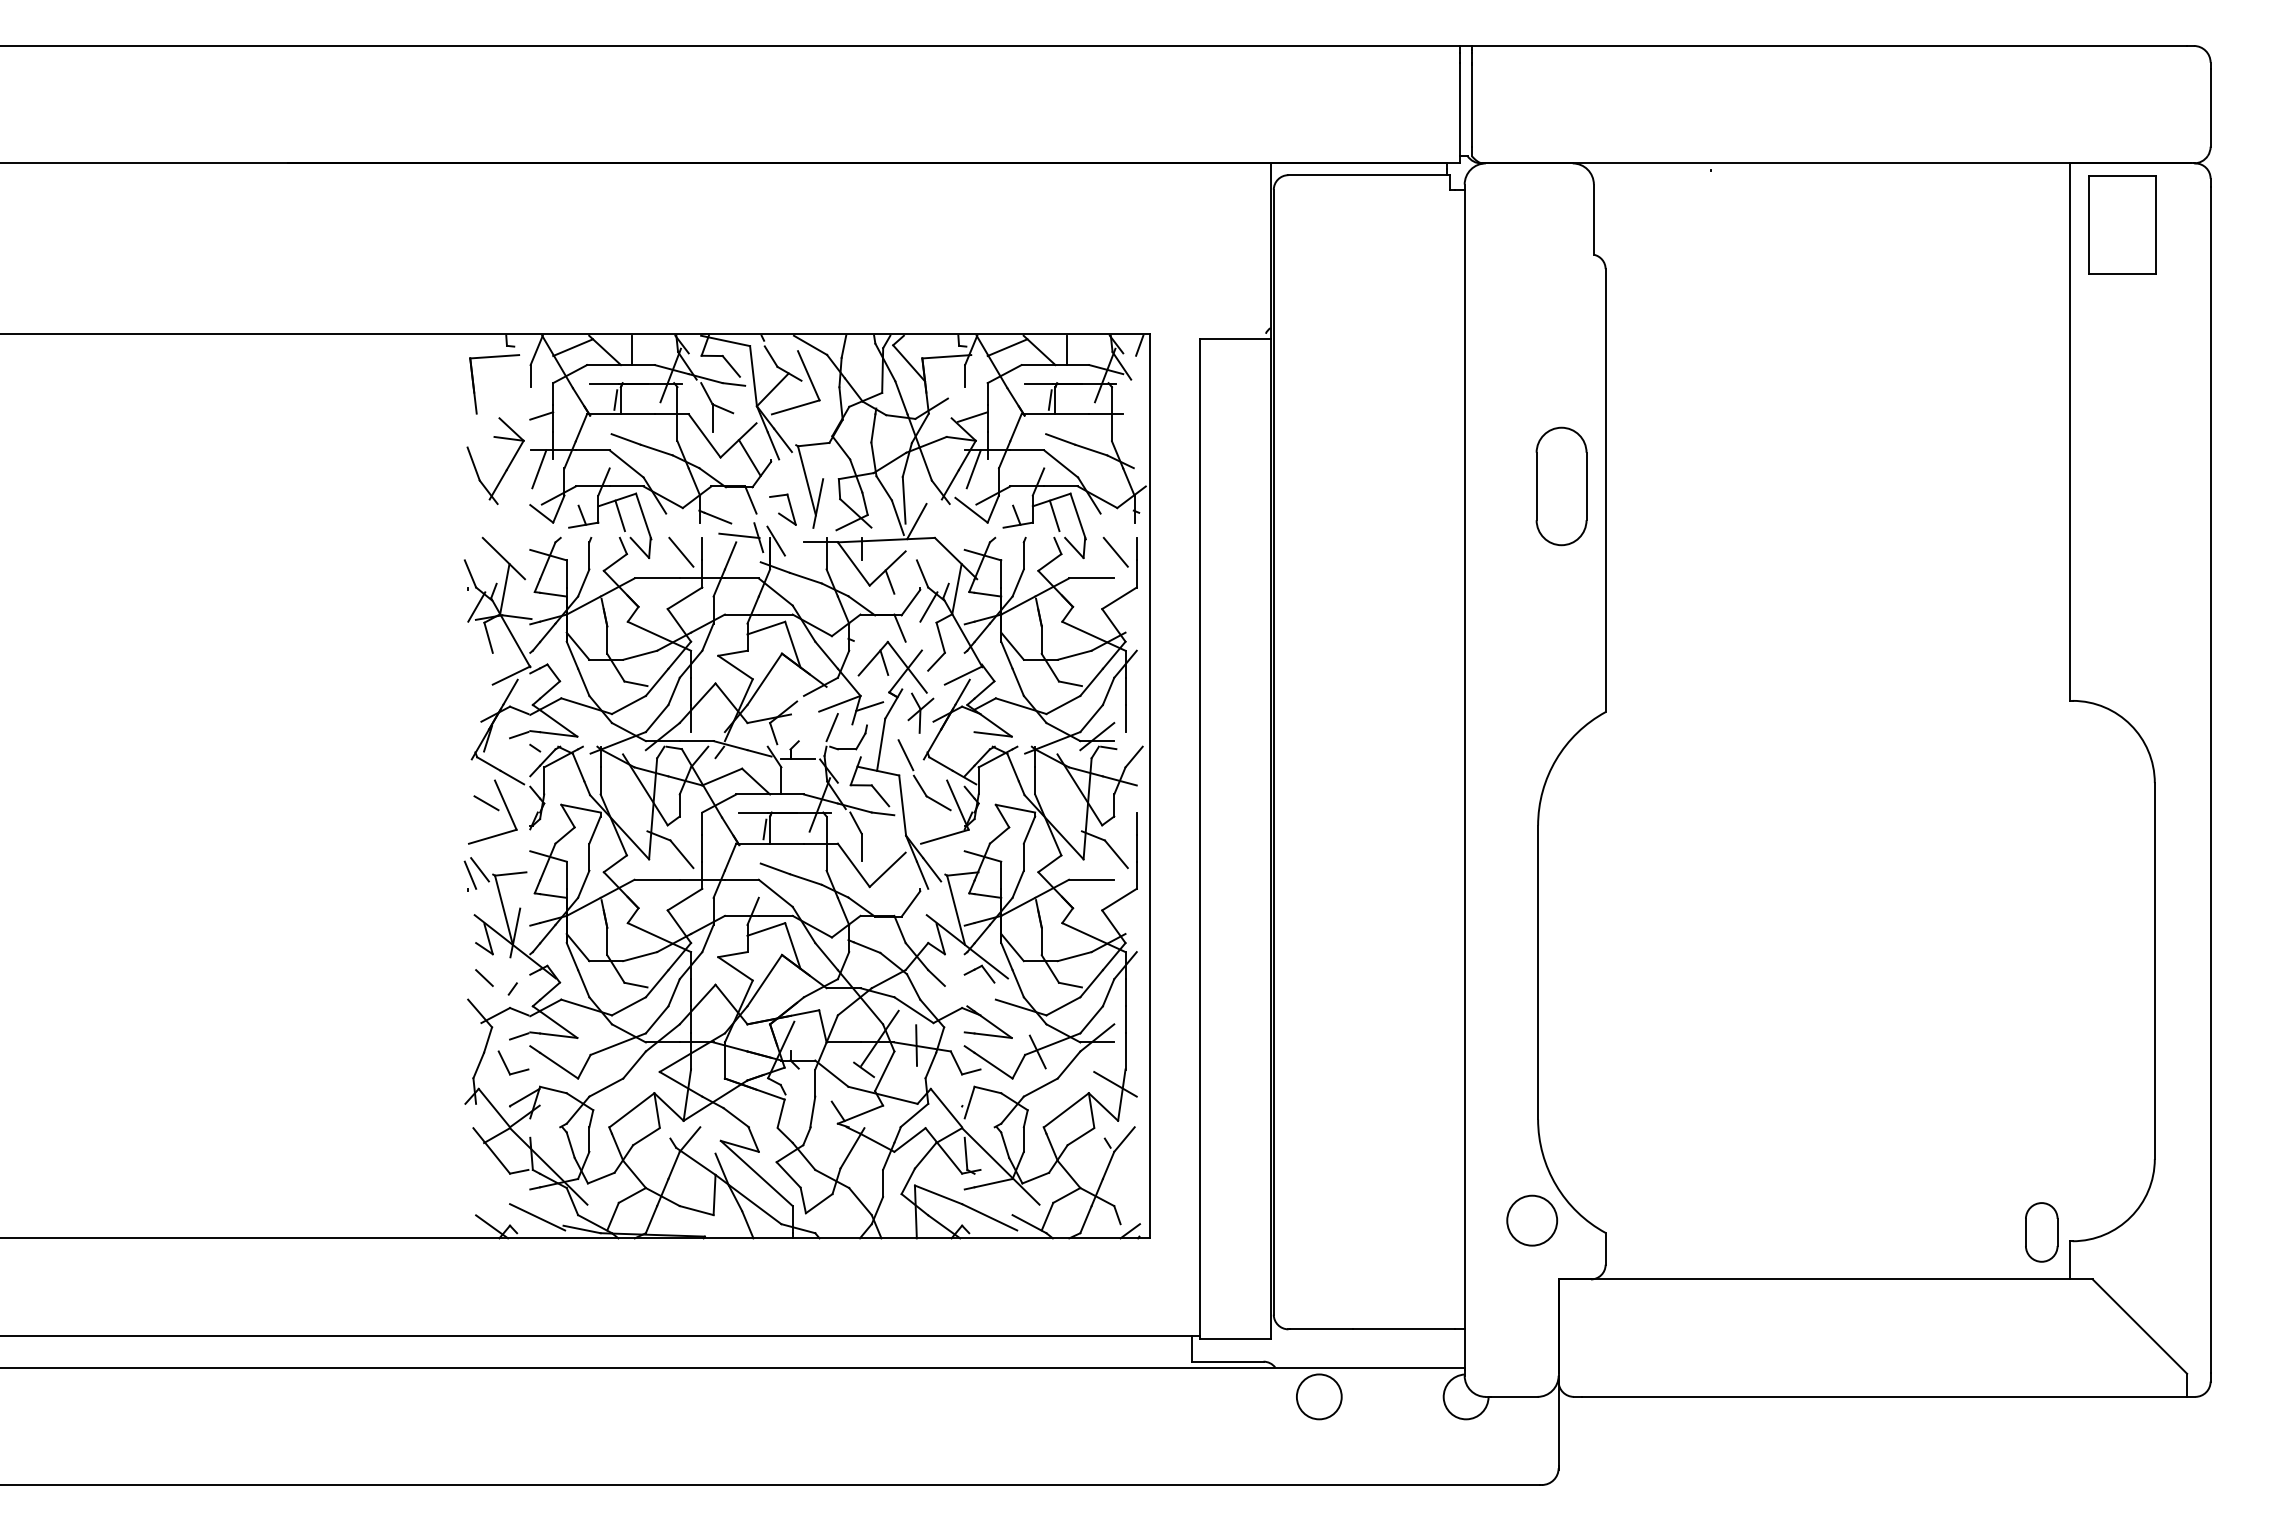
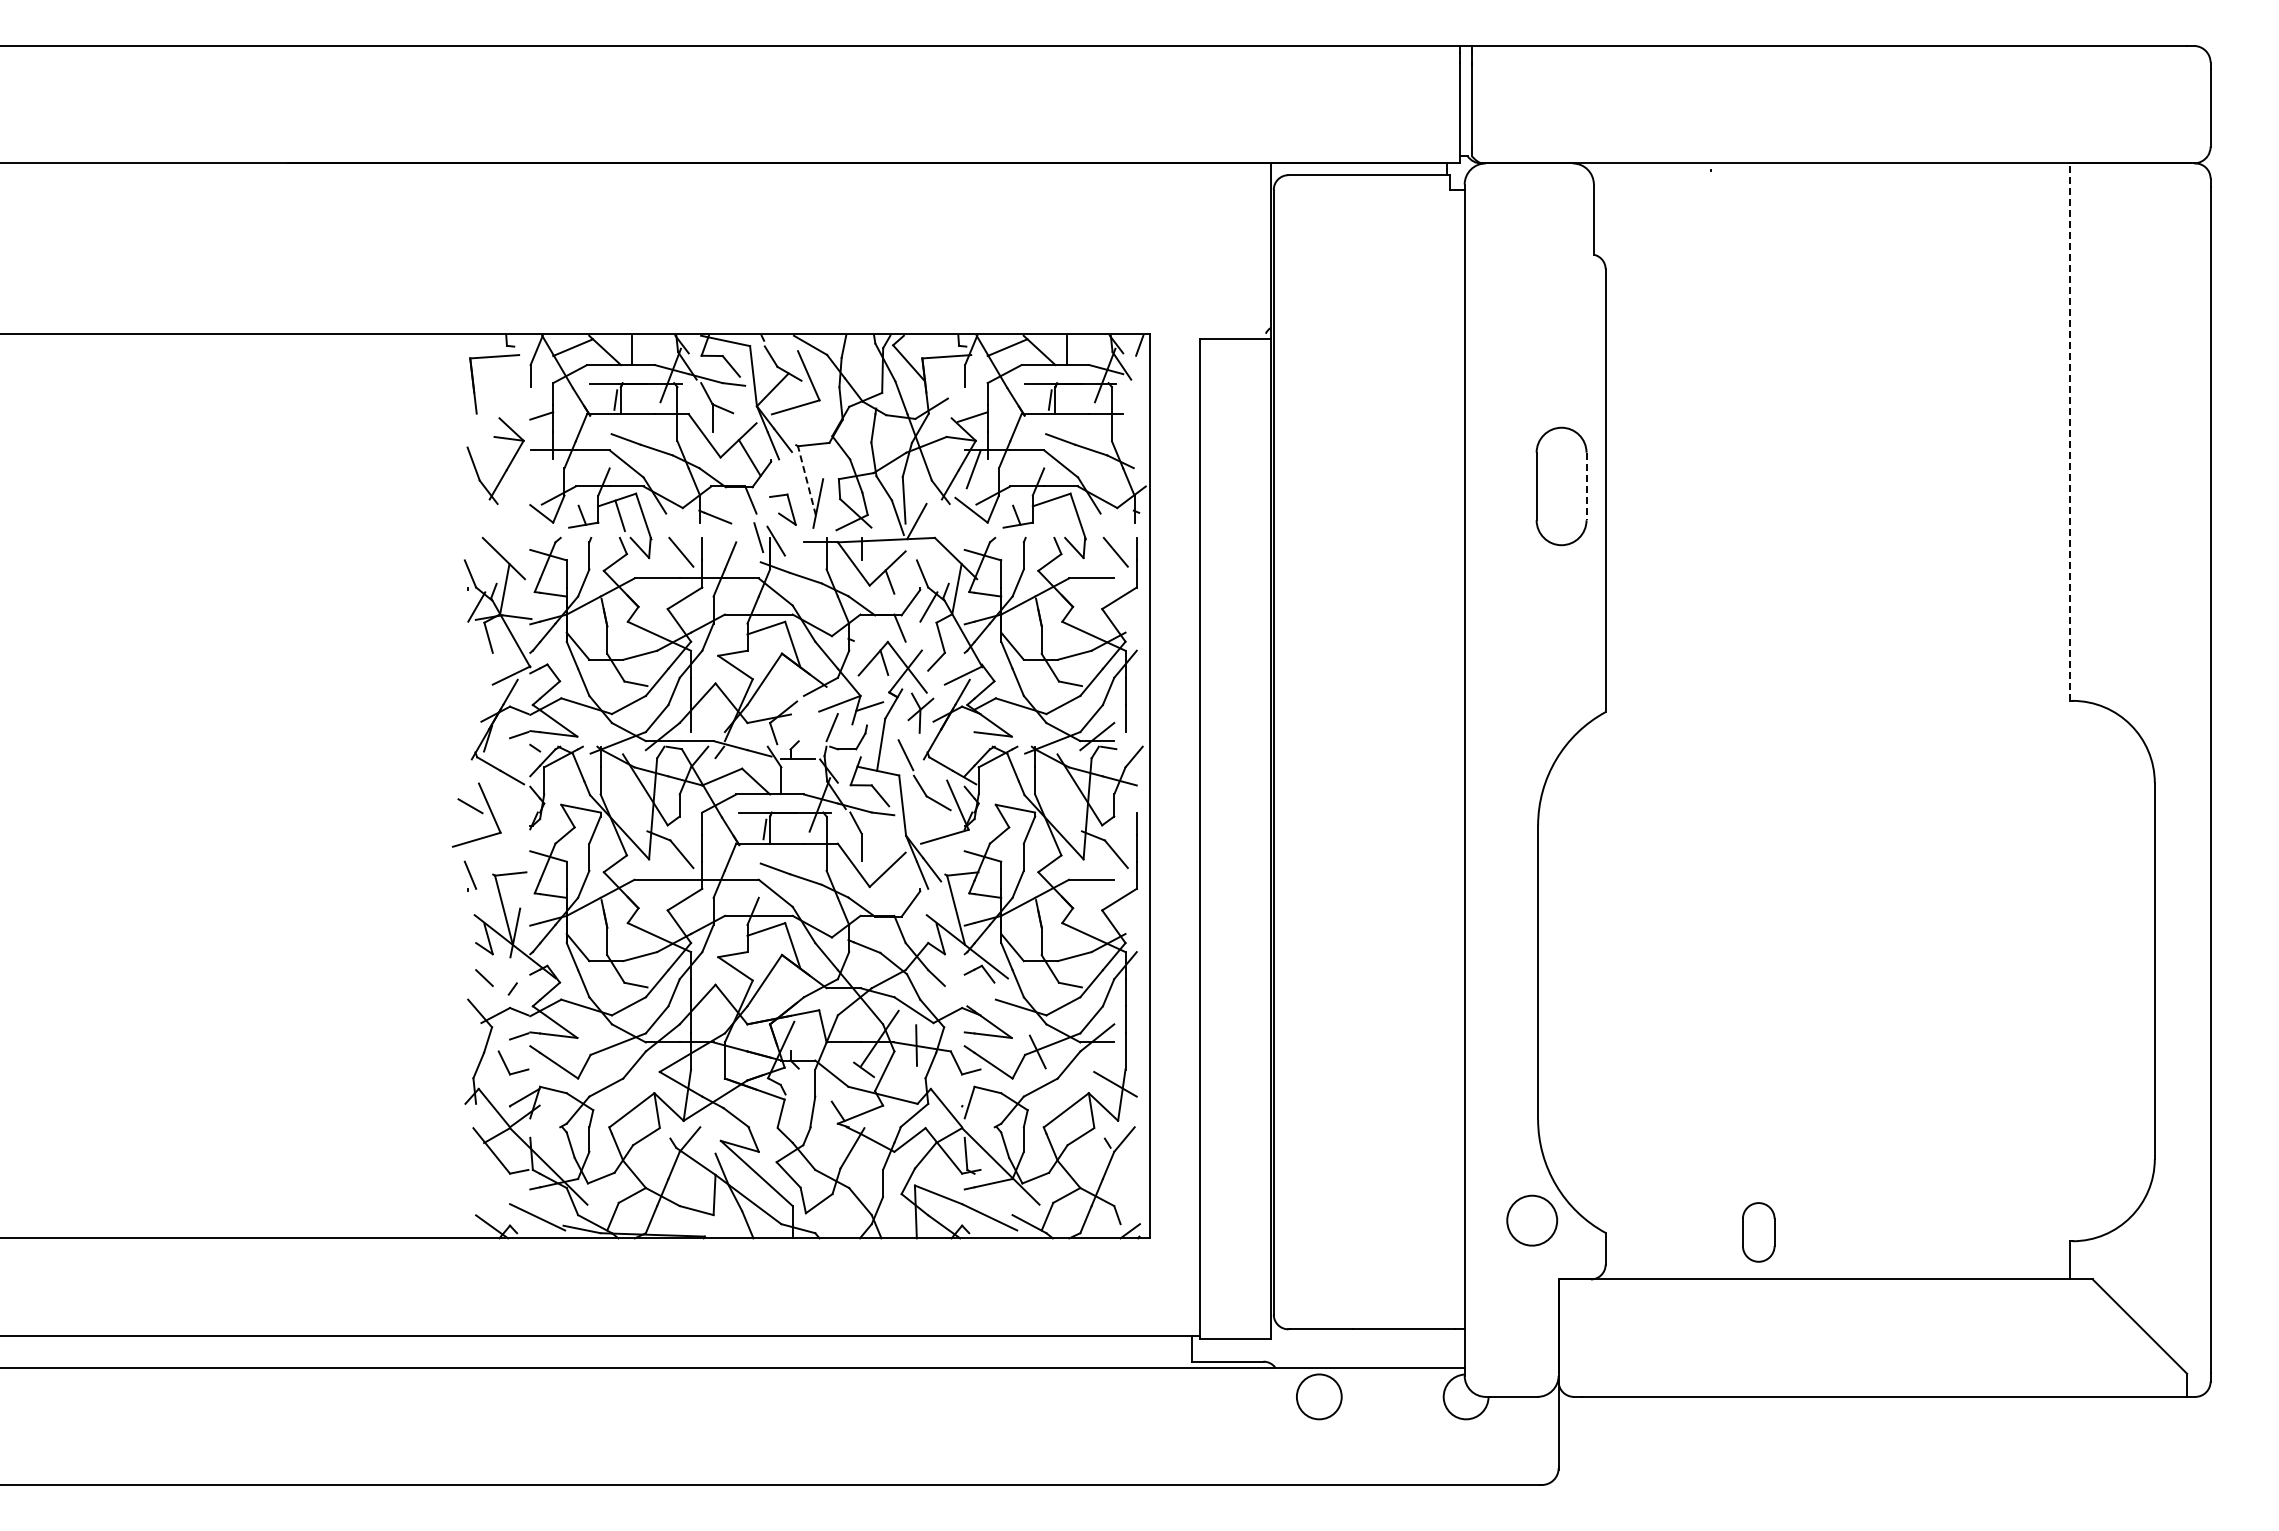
part at (2122, 224): present -> none
line at (2069, 432): solid -> dashed
line at (539, 469): present -> none
line at (806, 480): solid -> dashed
line at (1586, 486): solid -> dashed
line at (1054, 515): present -> none
line at (739, 535): present -> none
part at (492, 811) position: (492, 811) -> (476, 814)
line at (479, 869): present -> none
part at (2041, 1232) position: (2041, 1232) -> (1758, 1232)
